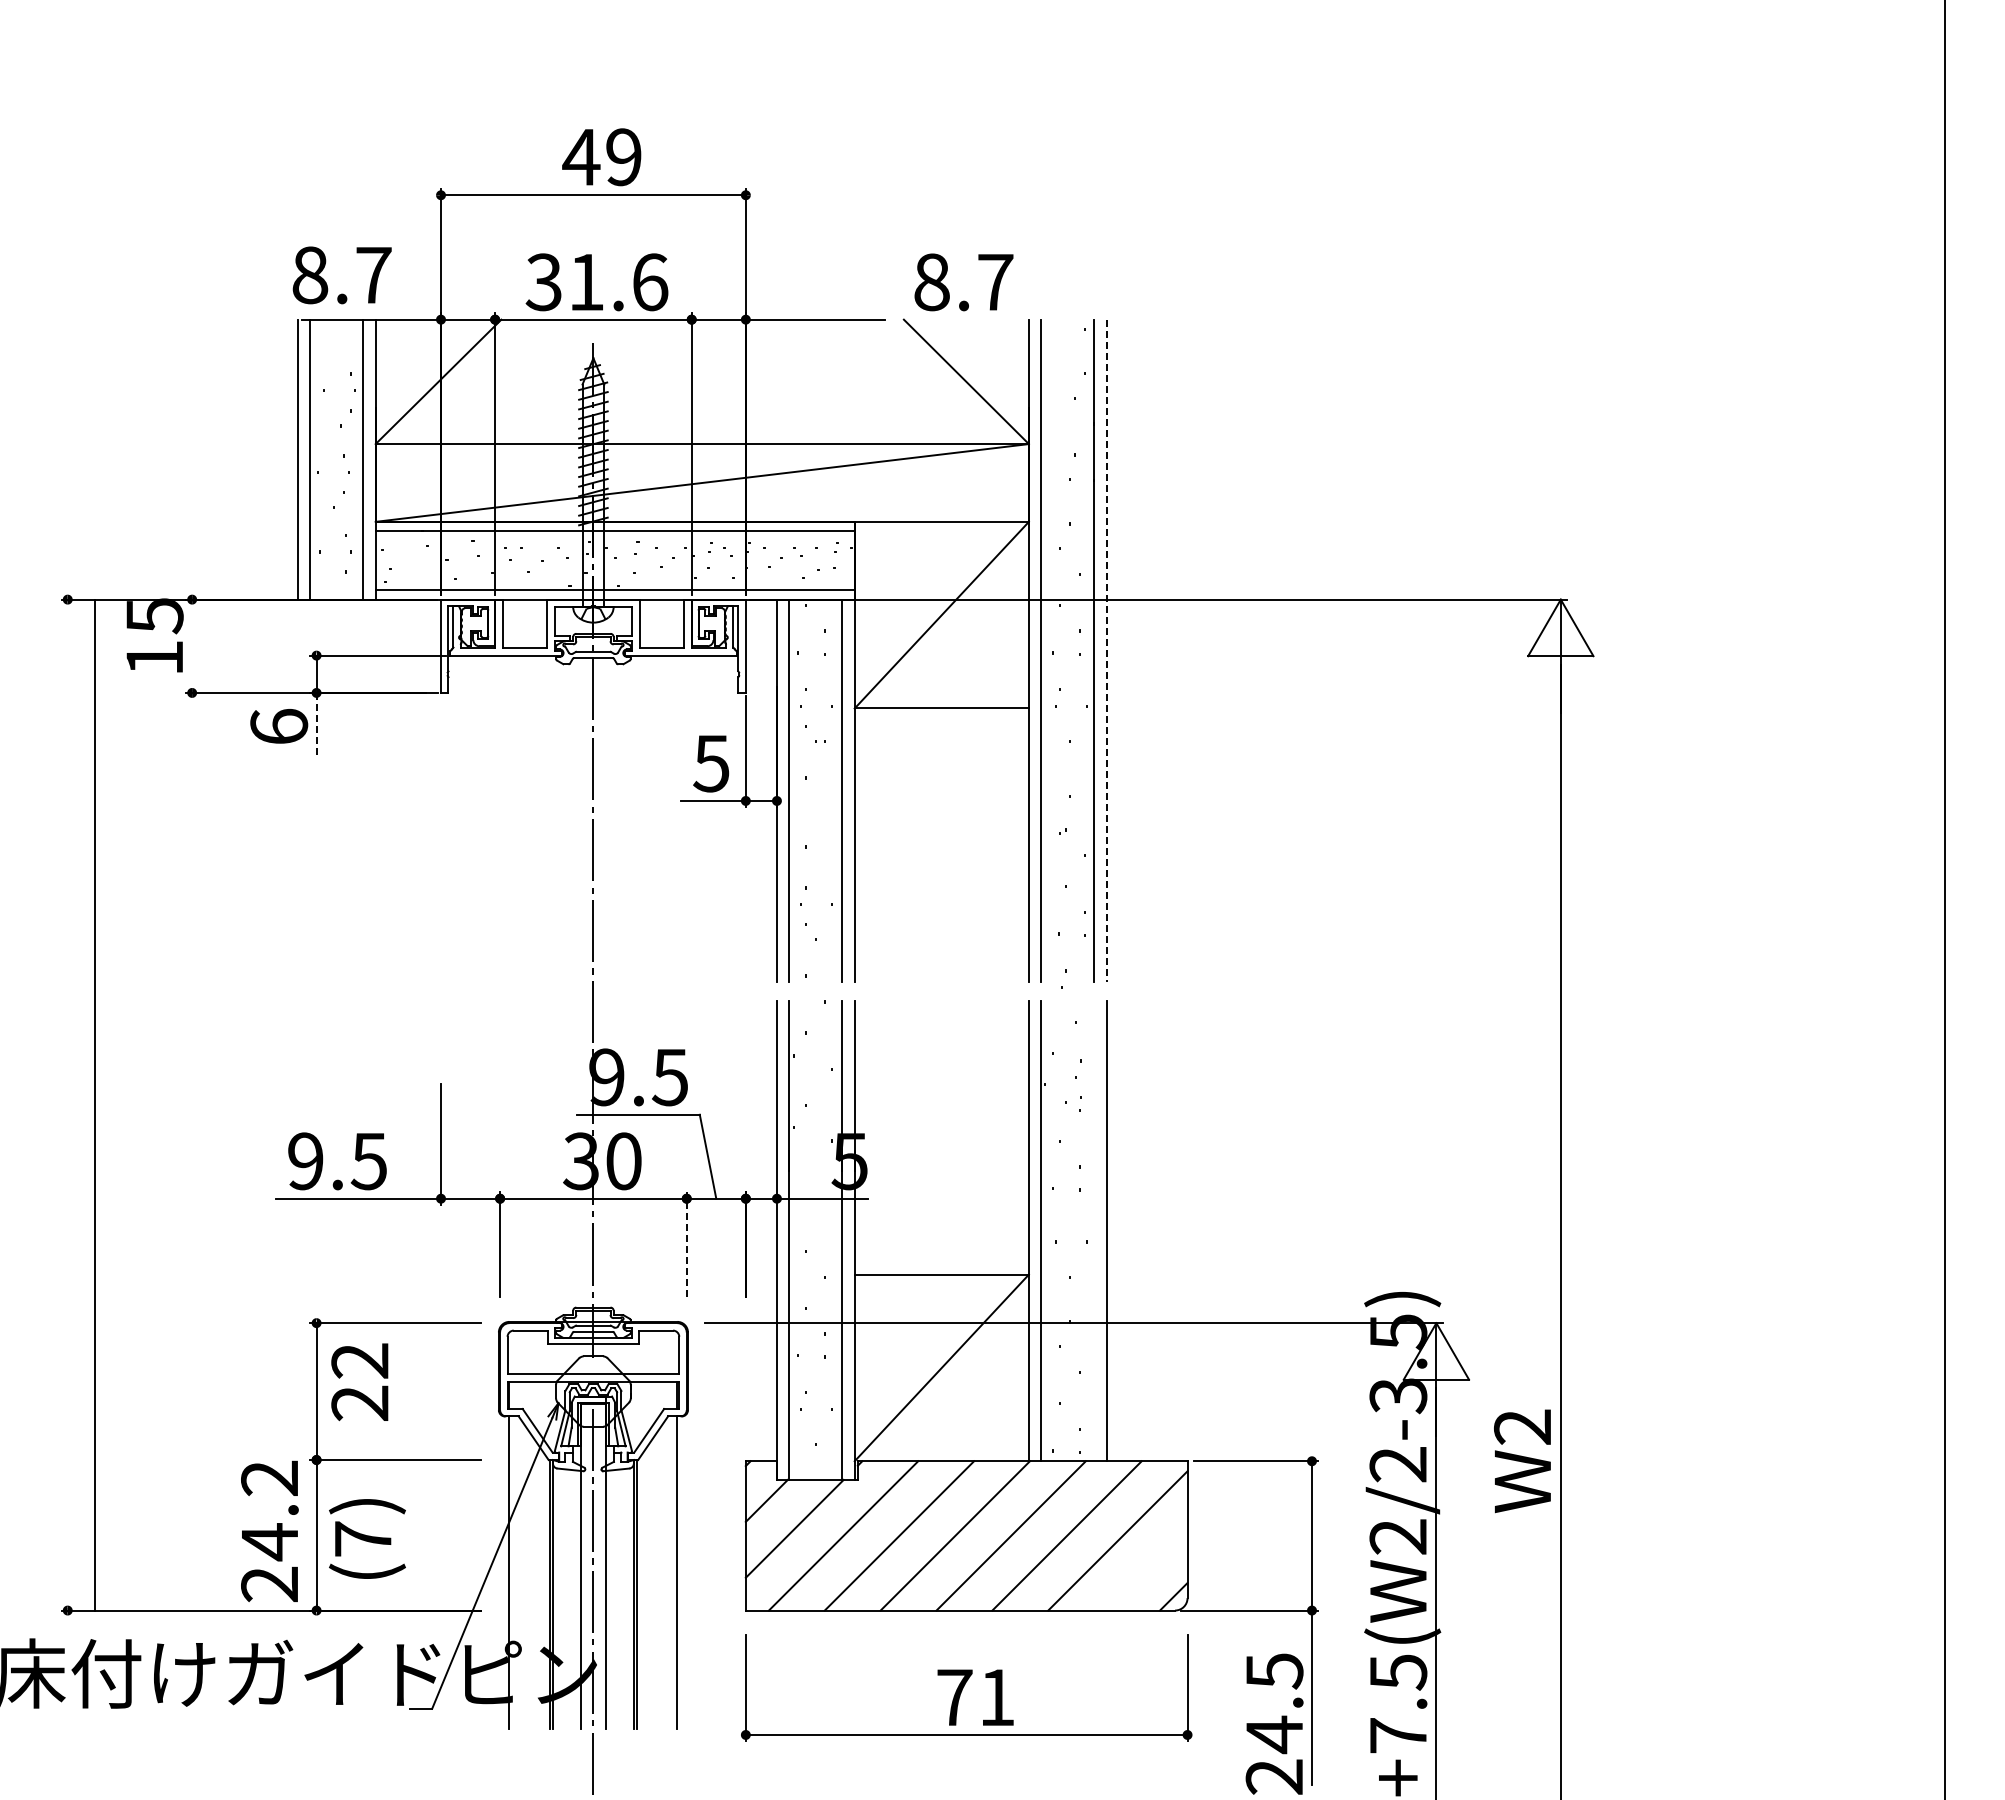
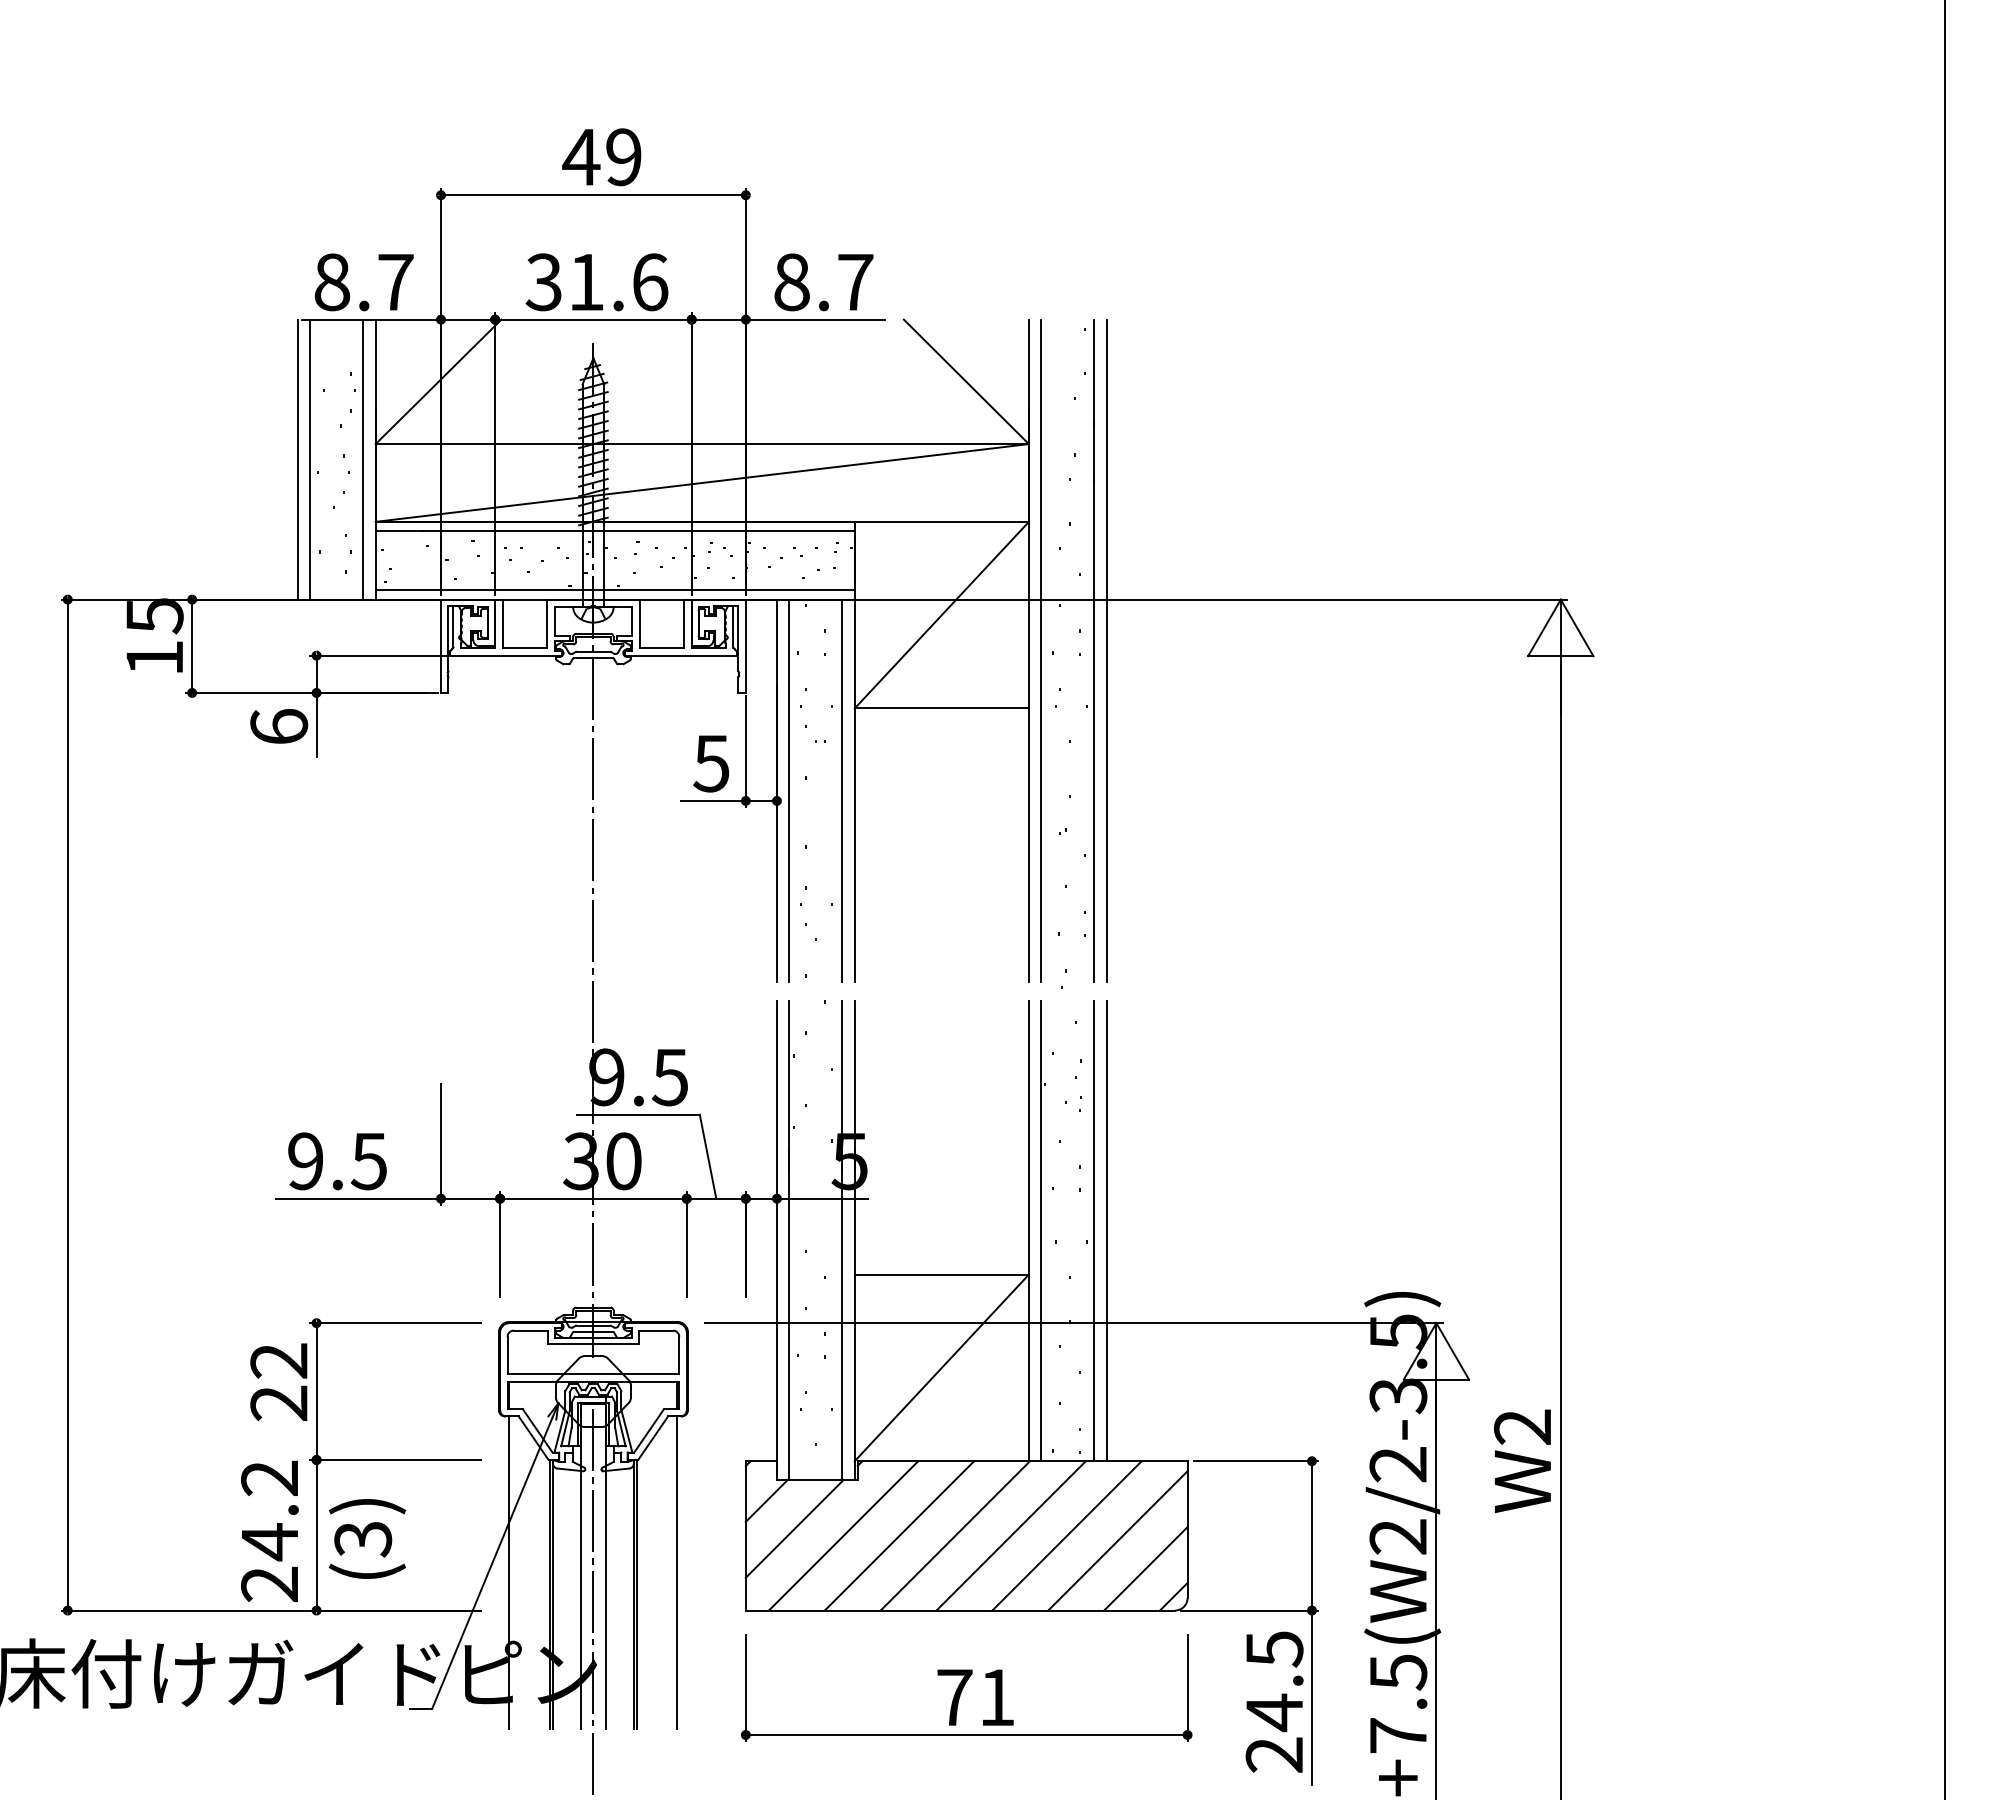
text at (341, 275) position: (341, 275) -> (363, 282)
text at (963, 282) position: (963, 282) -> (823, 282)
line at (192, 645): none -> present
line at (1106, 651): dashed -> solid
line at (316, 725): dashed -> solid
line at (94, 1104) position: (94, 1104) -> (67, 1104)
line at (1094, 1230): none -> present
line at (686, 1244): dashed -> solid
text at (359, 1382) position: (359, 1382) -> (278, 1382)
text at (363, 1539): (7) -> (3)
line at (1145, 1568): none -> present
text at (1274, 1723) position: (1274, 1723) -> (1274, 1701)
